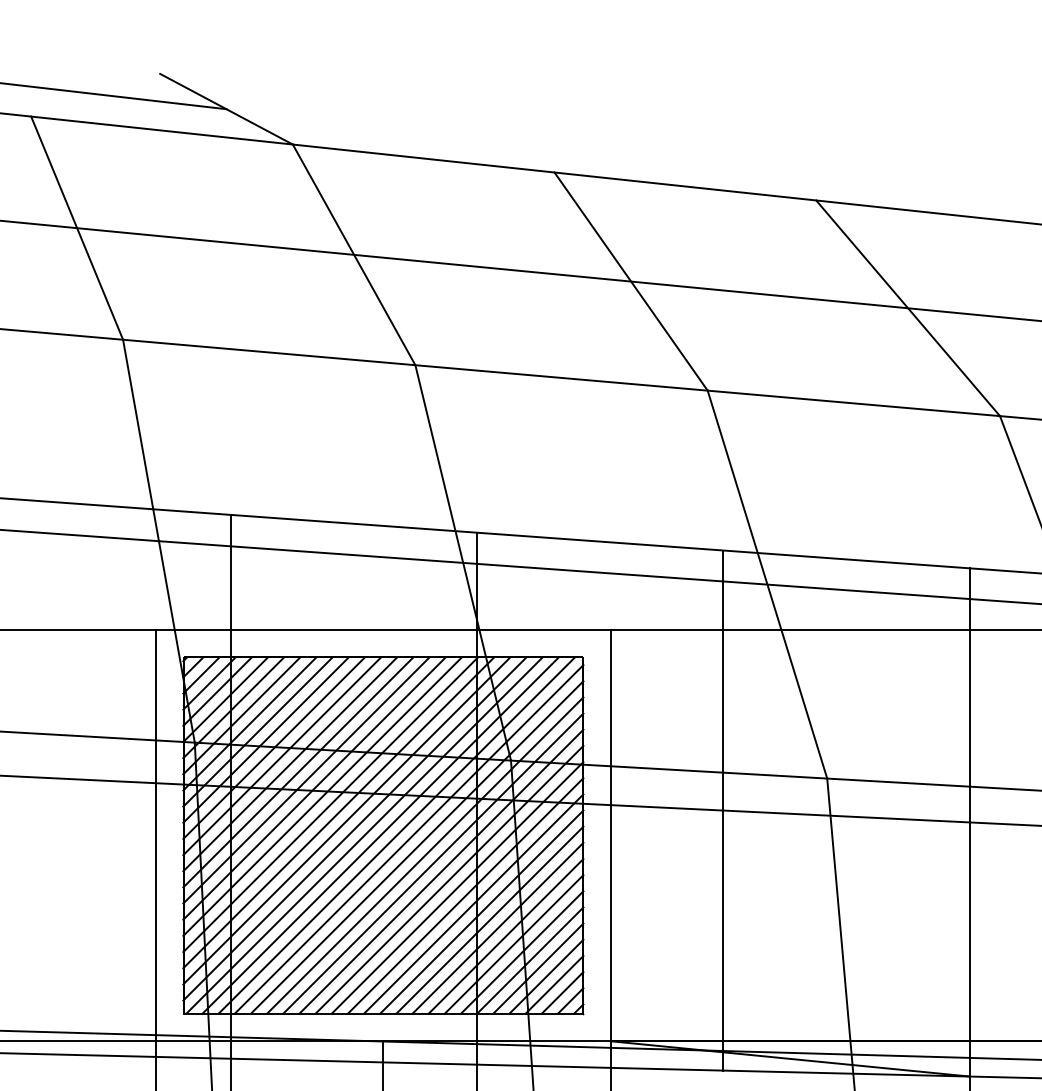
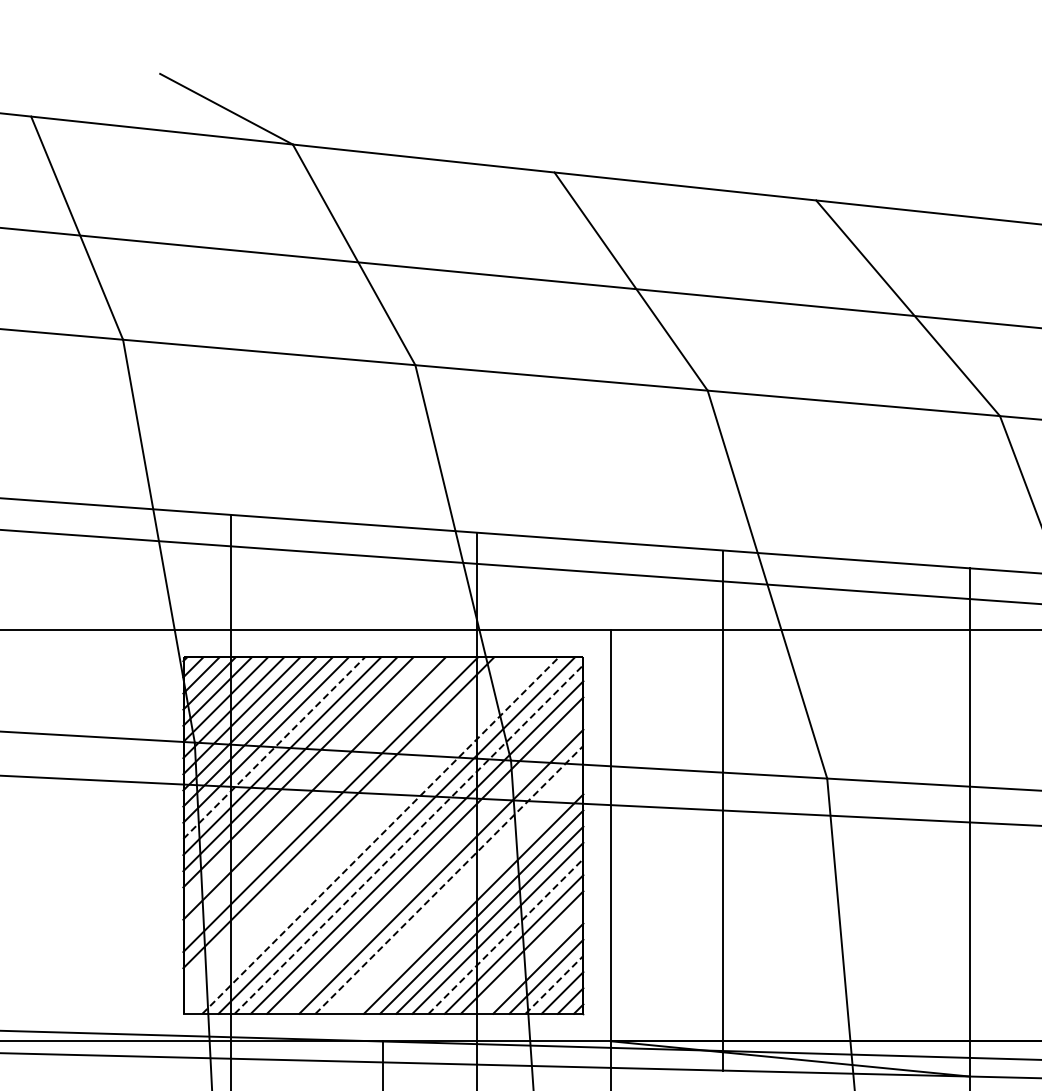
line at (114, 96): present -> none
line at (520, 270) position: (520, 270) -> (520, 277)
line at (274, 747): solid -> dashed
line at (306, 780): present -> none
line at (322, 796): present -> none
line at (346, 820): present -> none
line at (354, 828): present -> none
line at (364, 835): present -> none
line at (380, 835): solid -> dashed
line at (409, 839): solid -> dashed
line at (155, 858): present -> none
line at (433, 863): present -> none
line at (449, 879): solid -> dashed
line at (457, 887): present -> none
line at (465, 895): present -> none
line at (506, 936): solid -> dashed
line at (530, 960): present -> none
line at (554, 984): solid -> dashed
